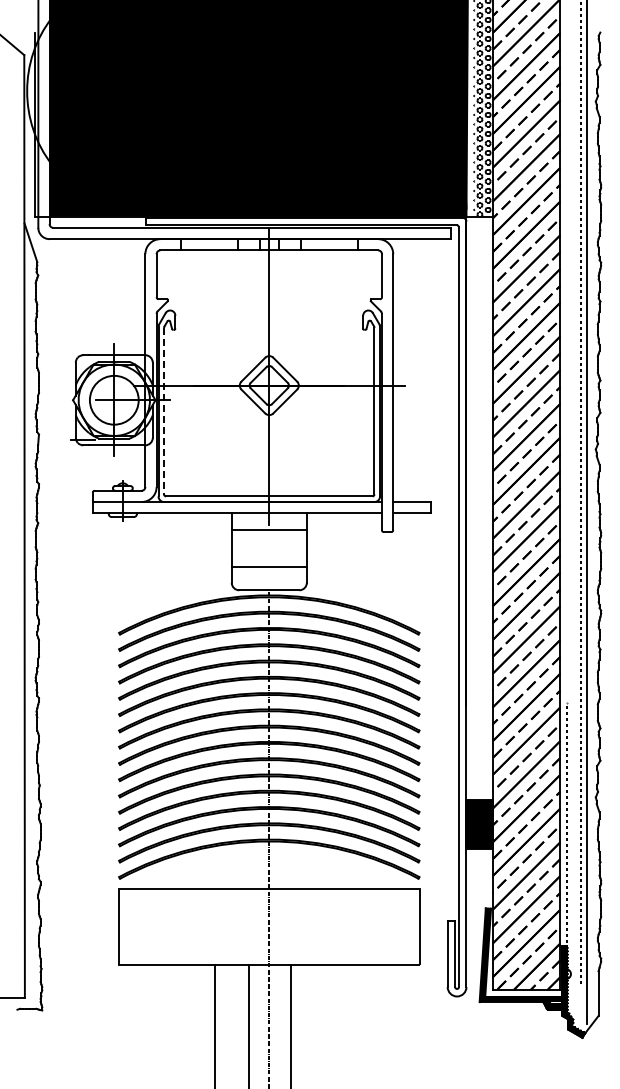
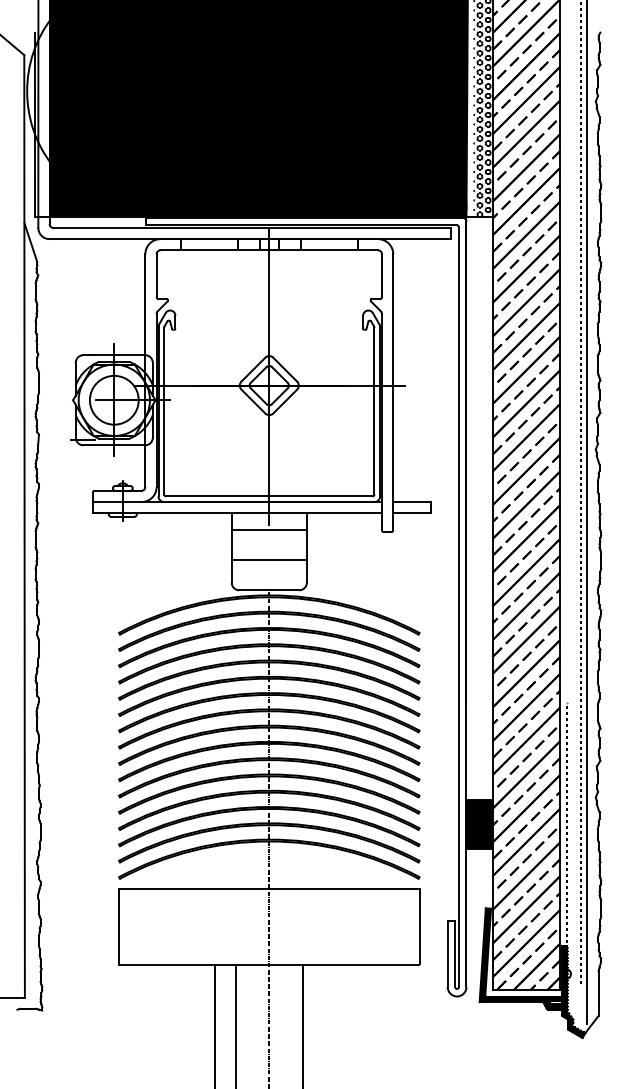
line at (164, 411): dashed -> solid
line at (268, 567) position: (268, 567) -> (268, 560)
line at (248, 1024) position: (248, 1024) -> (235, 1024)
line at (291, 1024) position: (291, 1024) -> (303, 1024)
